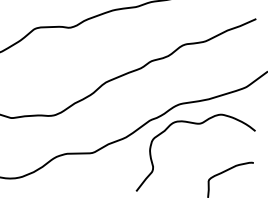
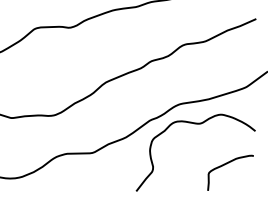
curve at (227, 171) position: (227, 171) -> (227, 164)
